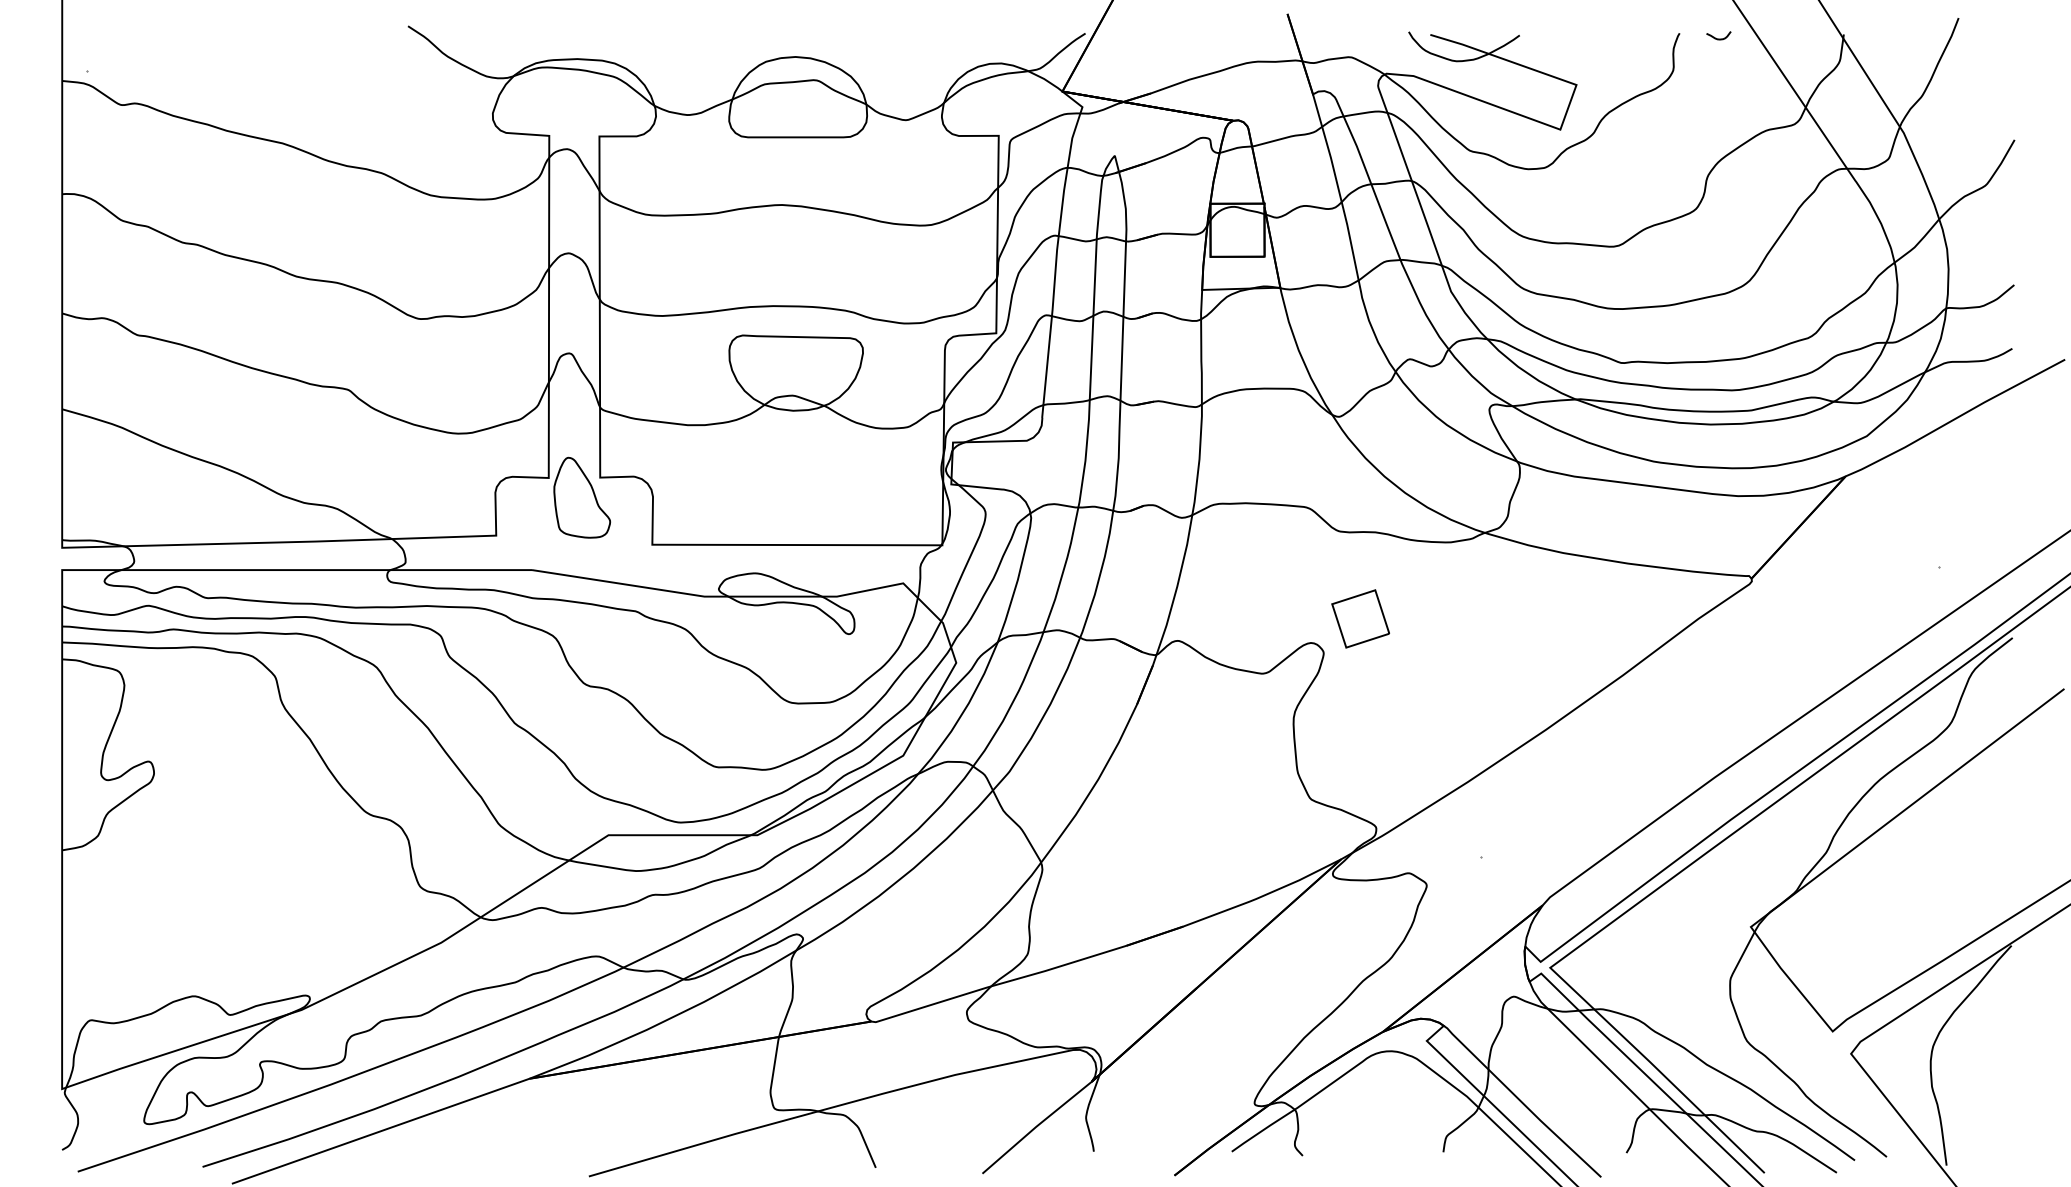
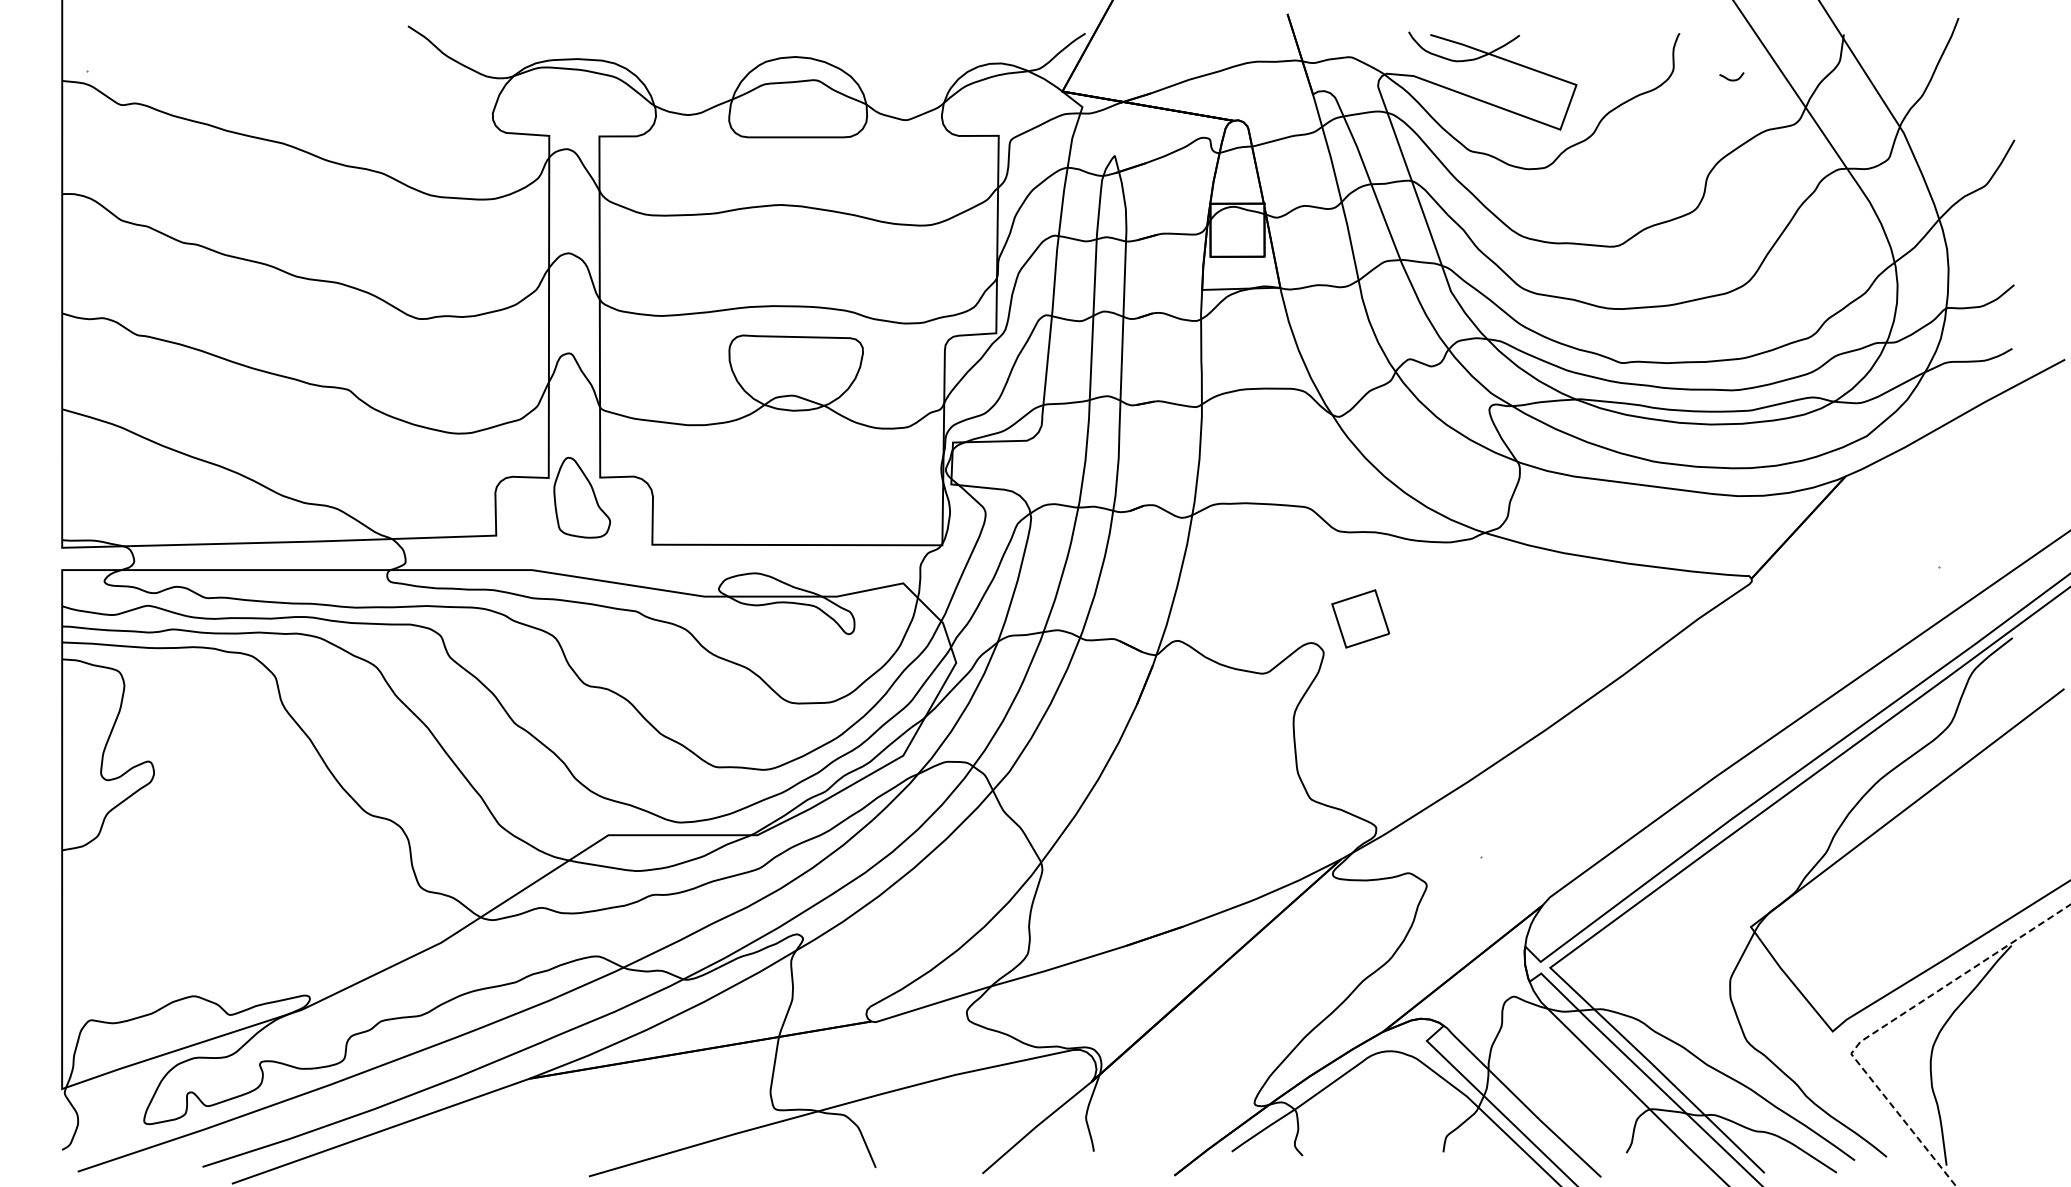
curve at (1718, 38) position: (1718, 38) -> (1731, 79)
line at (1887, 1024): solid -> dashed
